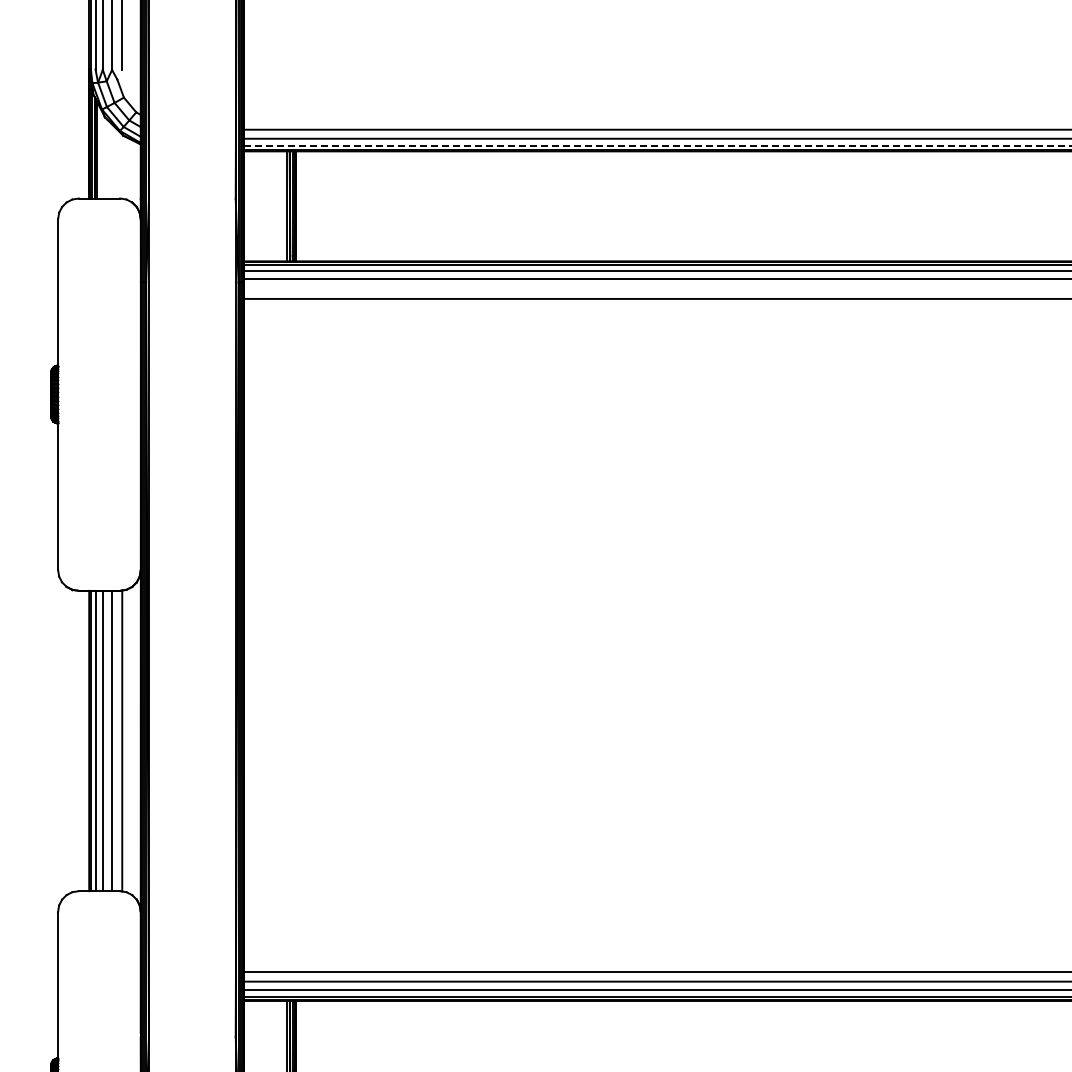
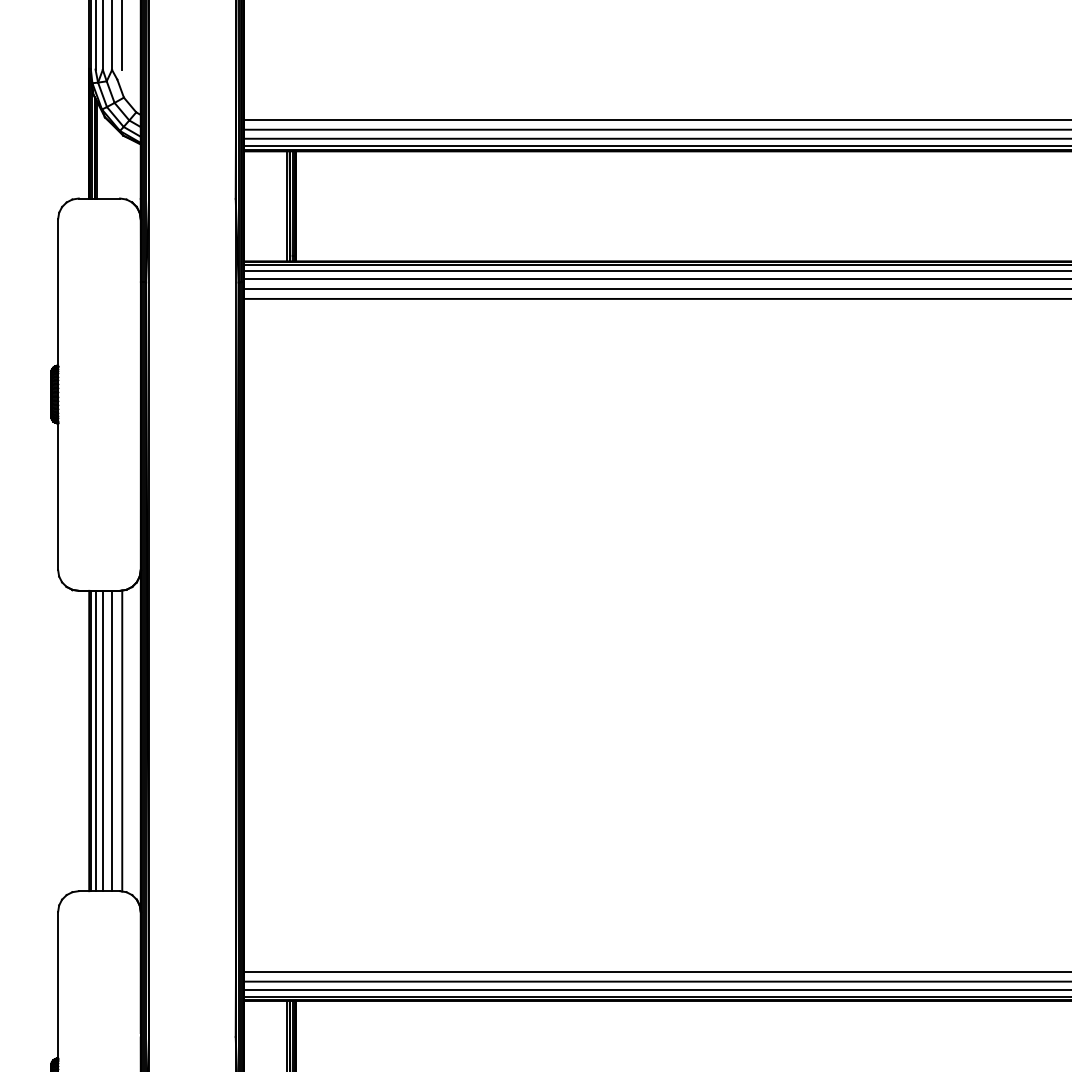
line at (655, 119): none -> present
line at (657, 145): dashed -> solid
line at (655, 288): none -> present
